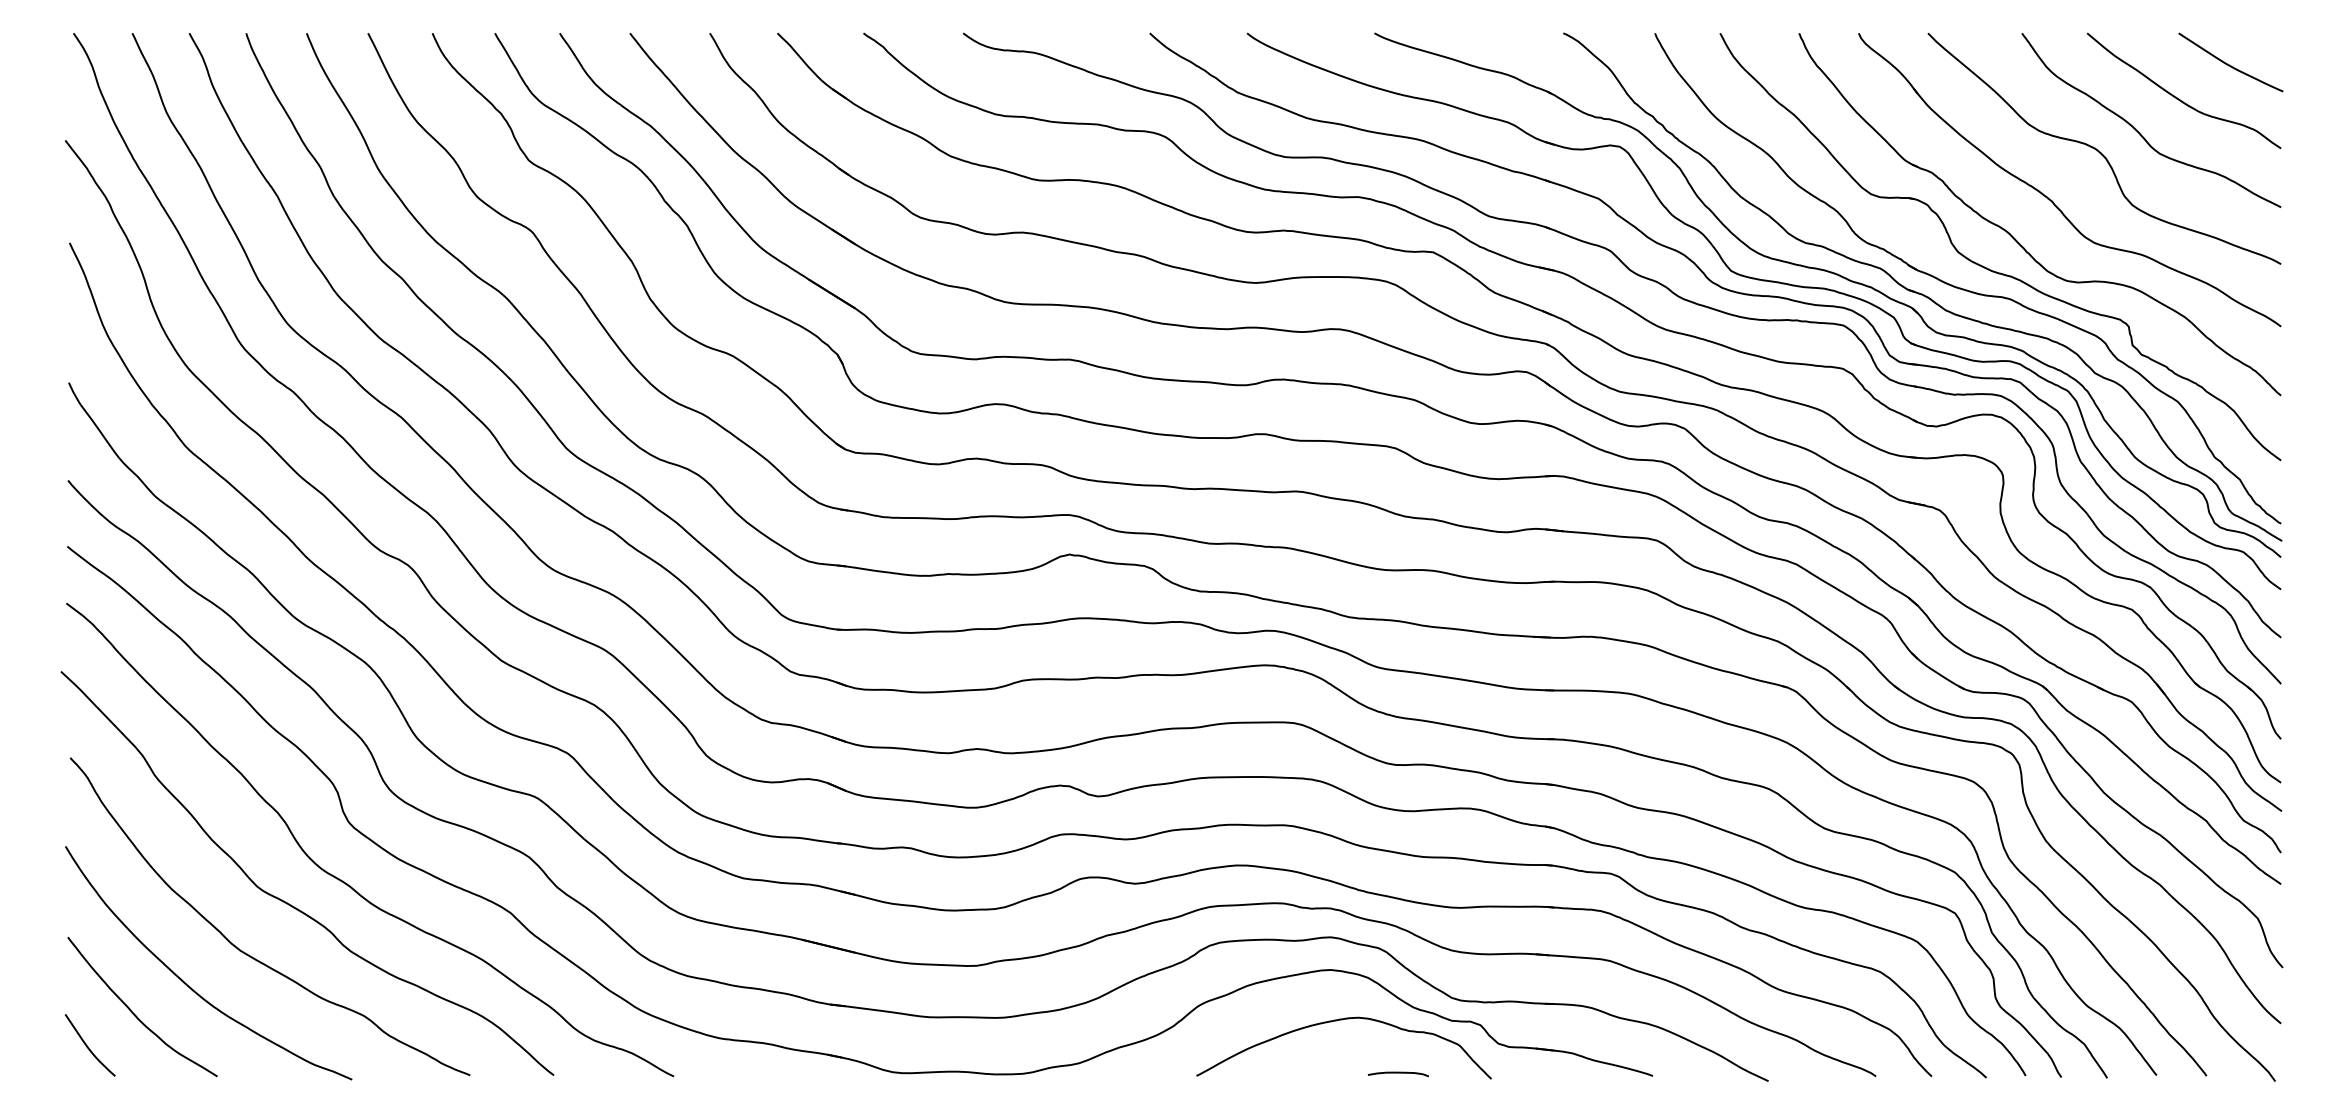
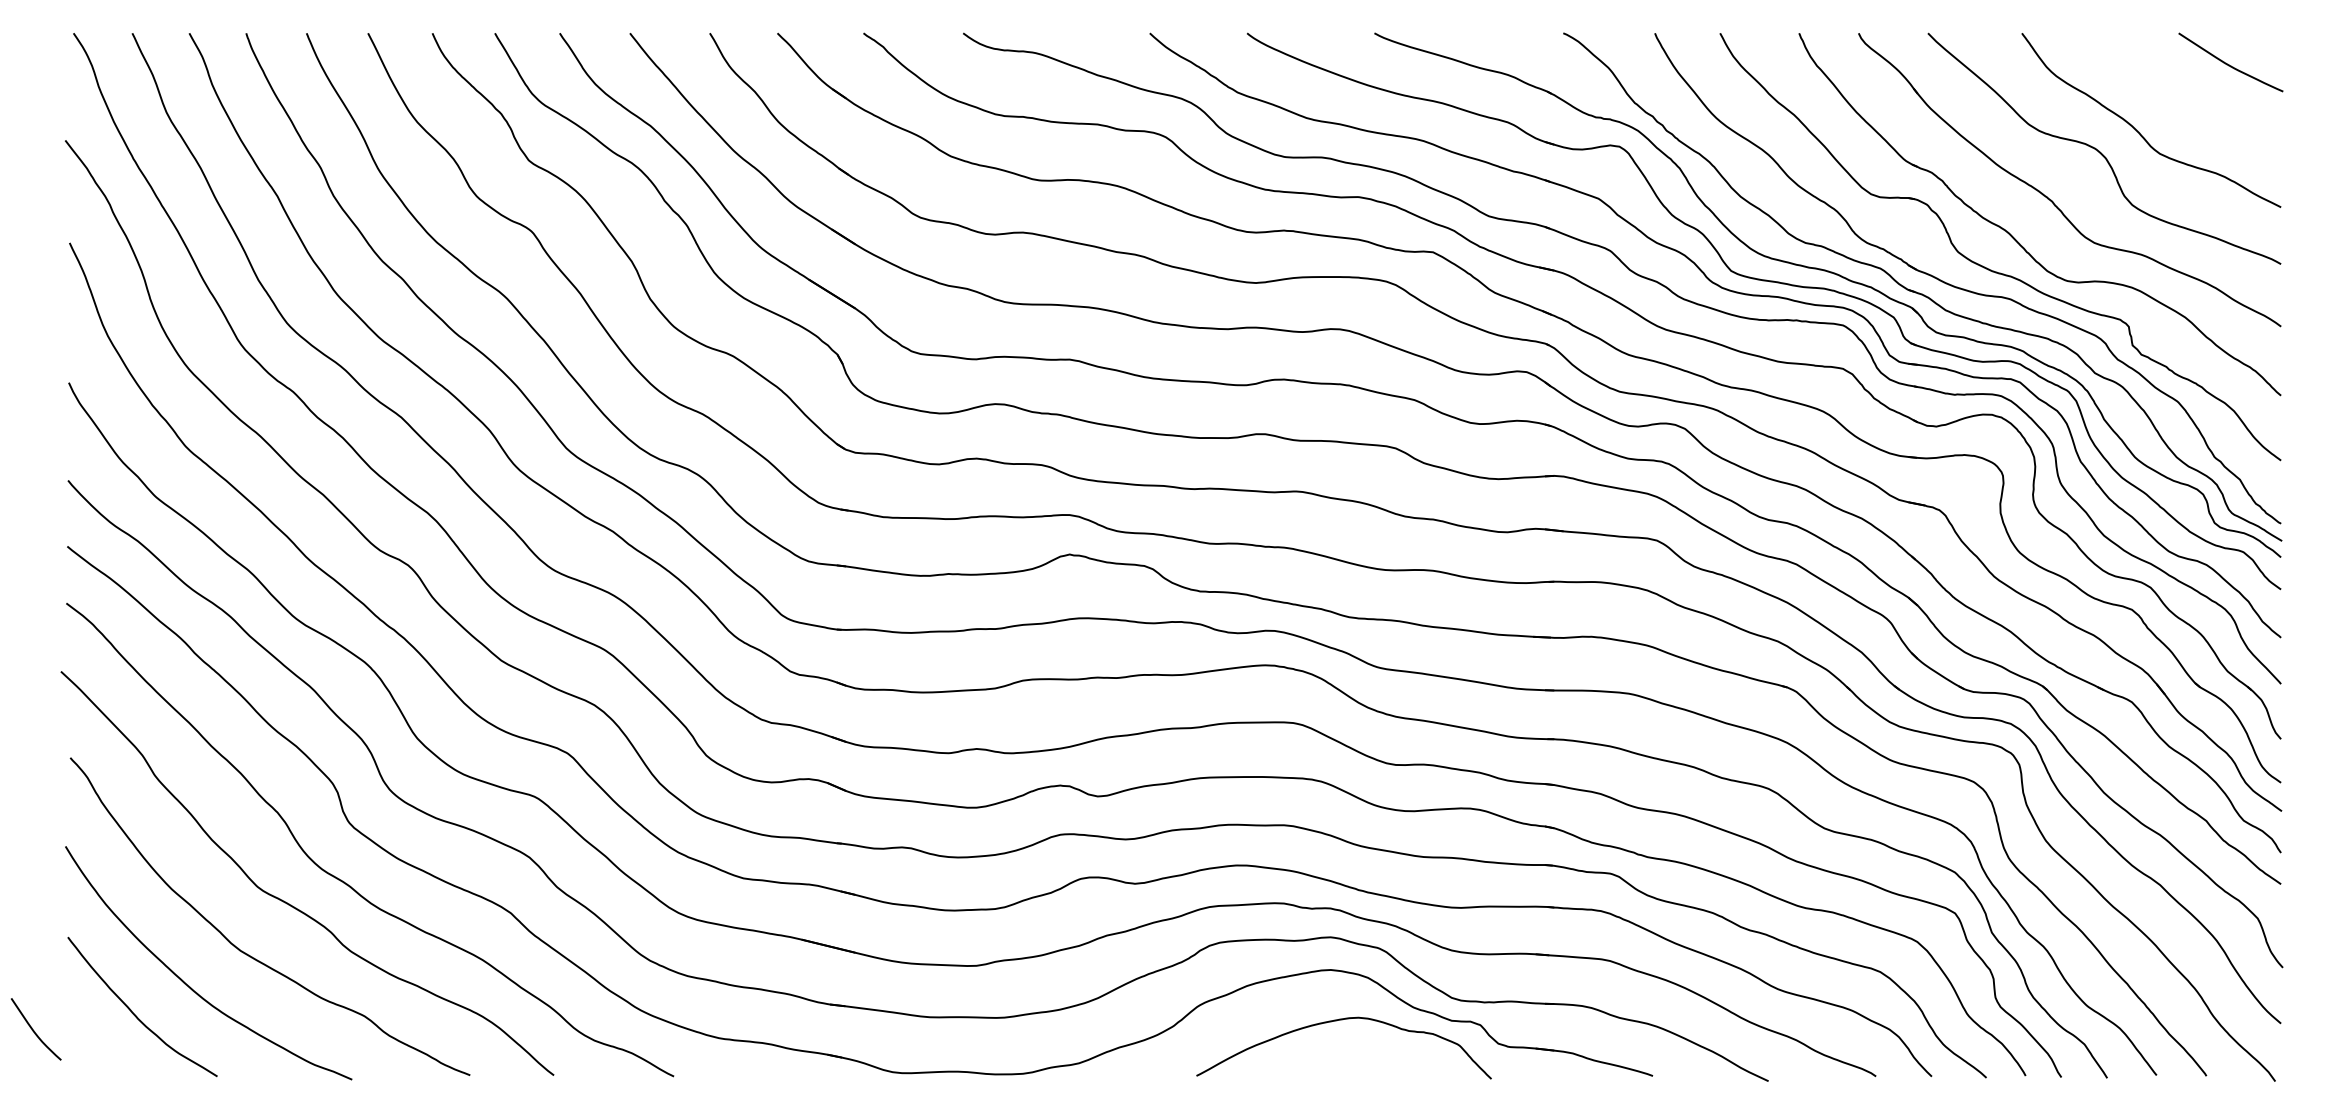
curve at (2179, 98): present -> none
curve at (88, 1046) position: (88, 1046) -> (34, 1030)
curve at (1397, 1073): present -> none
